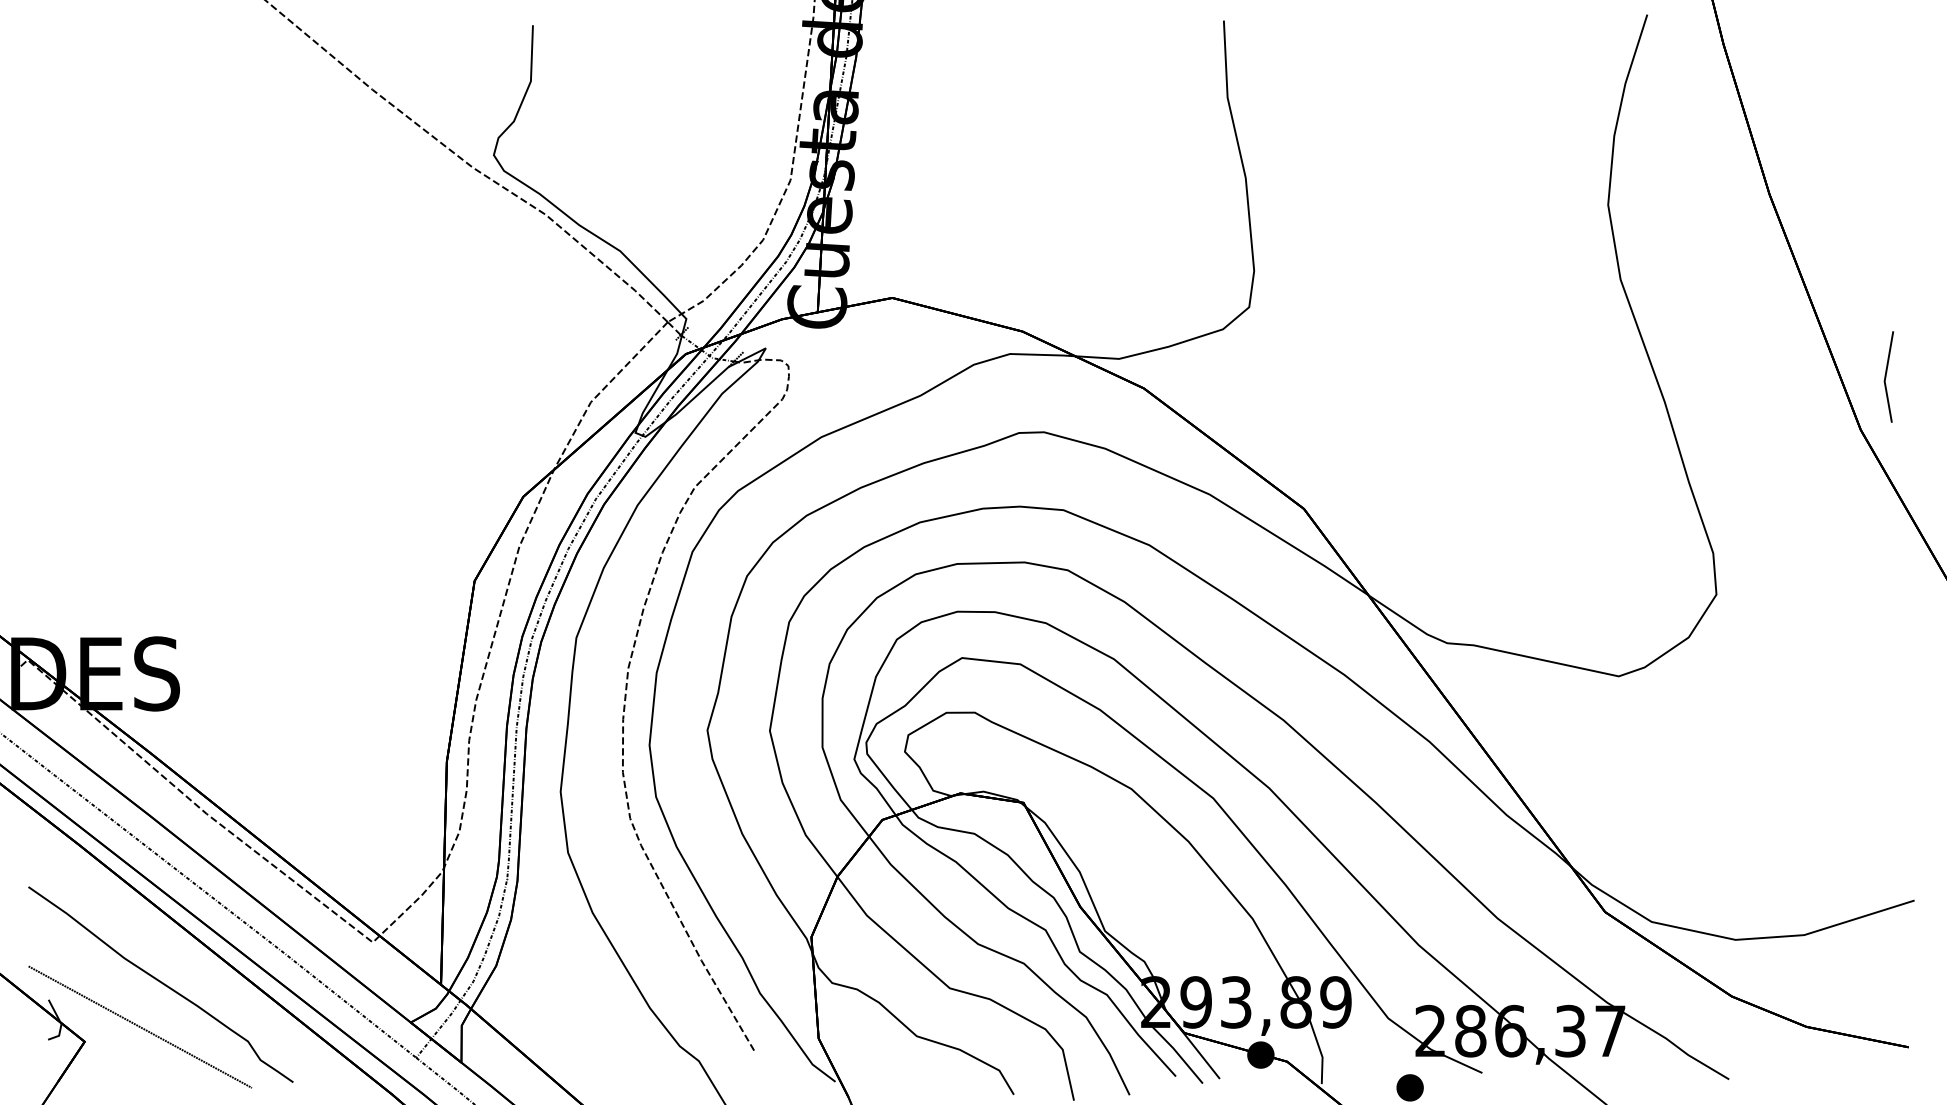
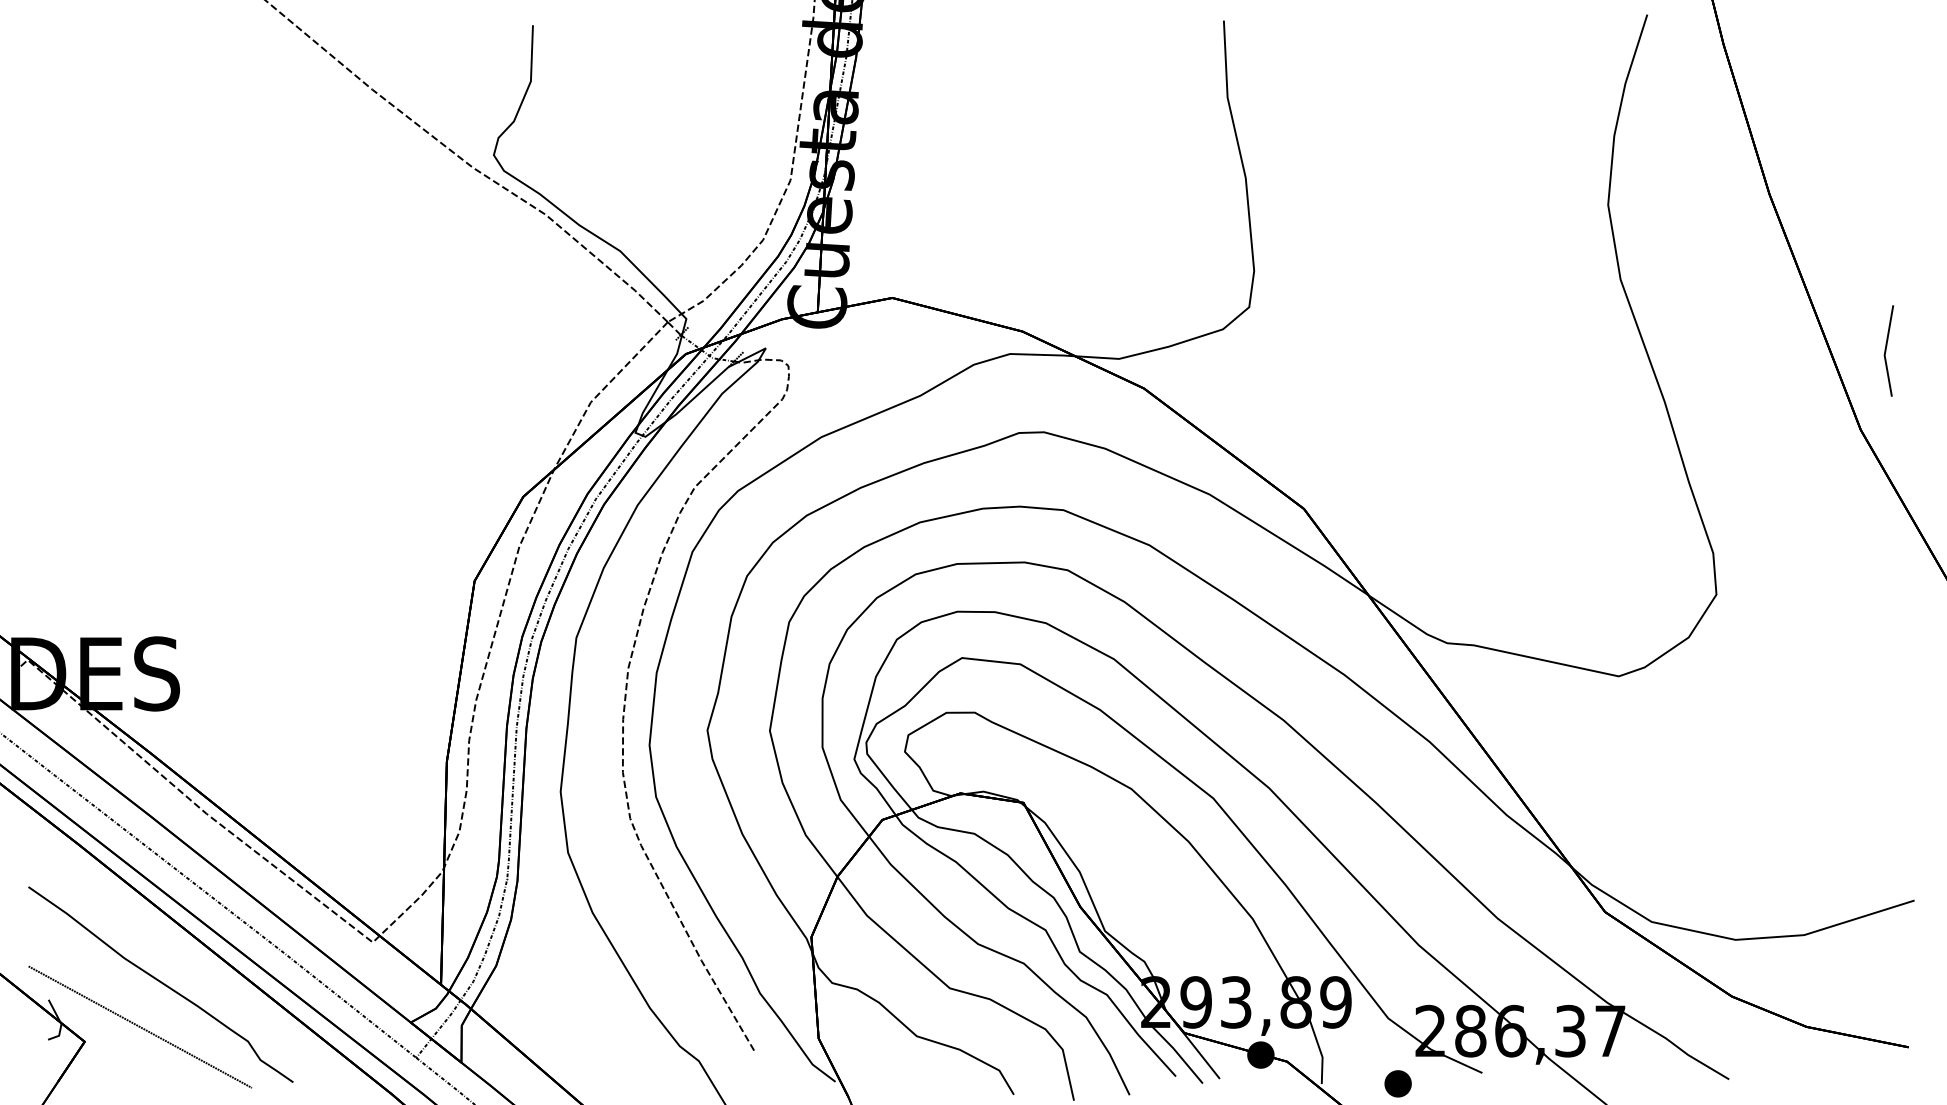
line at (1886, 376) position: (1886, 376) -> (1886, 350)
part at (1409, 1087) position: (1409, 1087) -> (1397, 1083)
